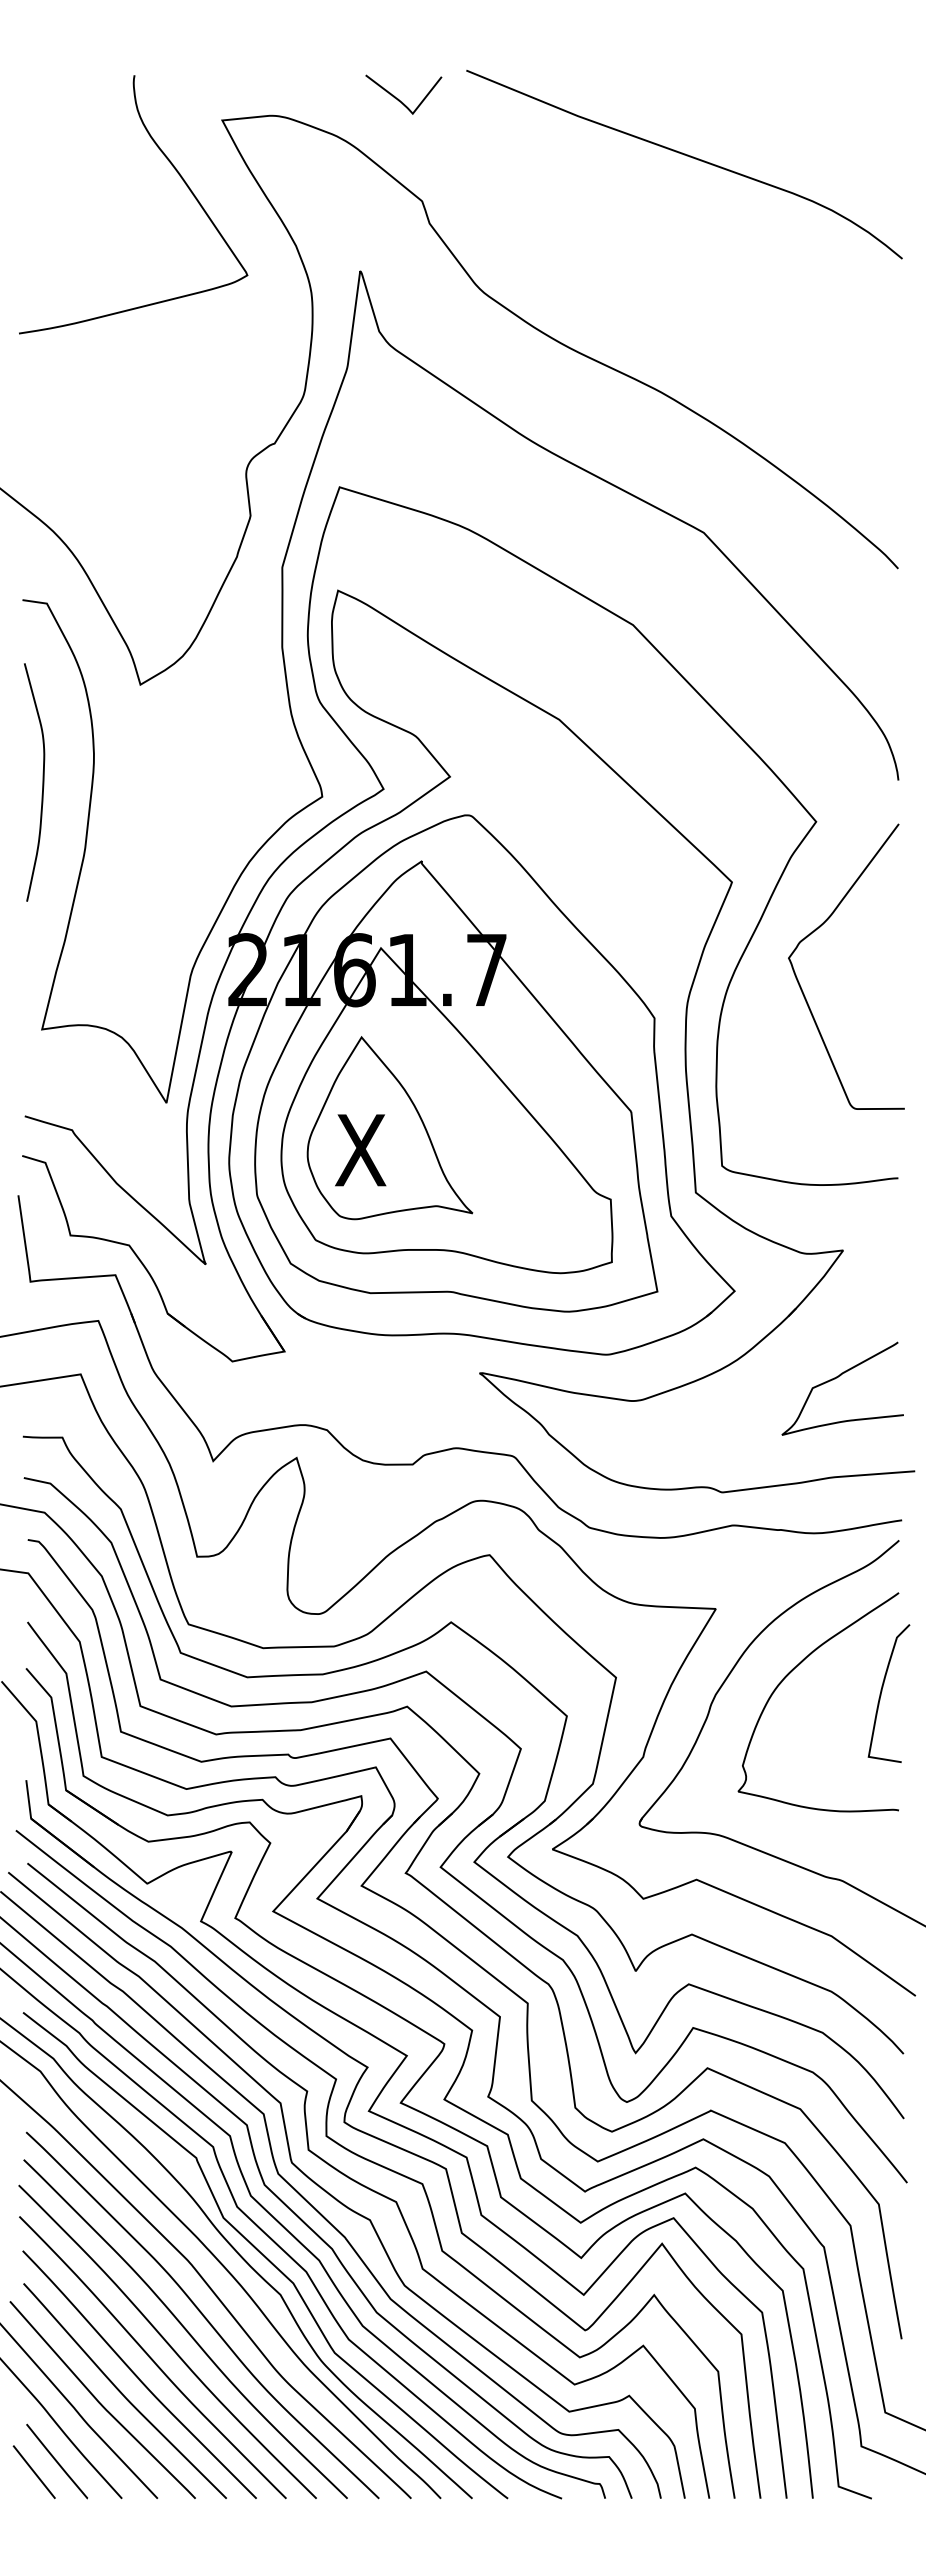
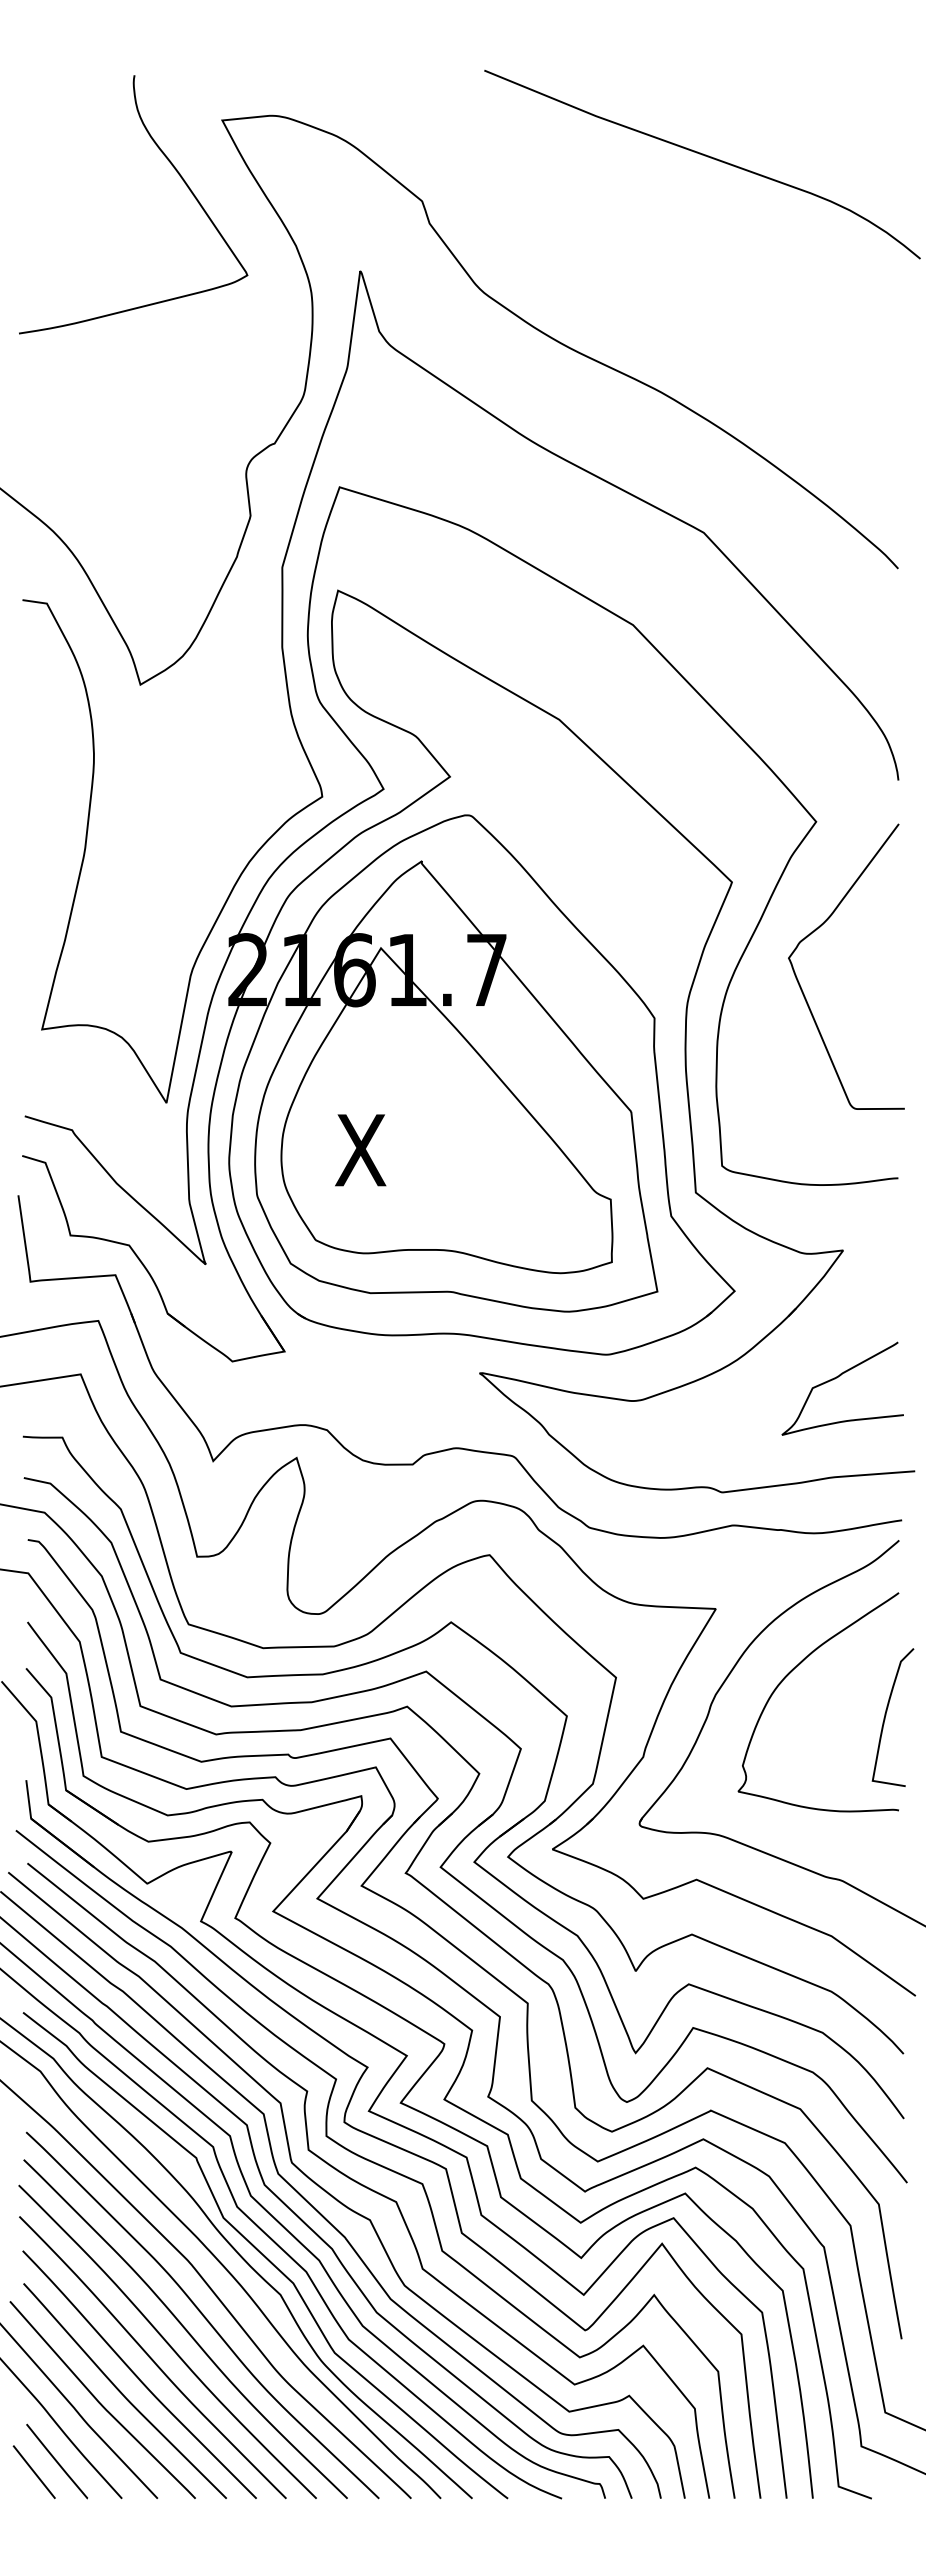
curve at (398, 98): present -> none
curve at (686, 156) position: (686, 156) -> (704, 156)
curve at (42, 782): present -> none
part at (389, 1128): present -> none
curve at (882, 1691) position: (882, 1691) -> (886, 1715)
